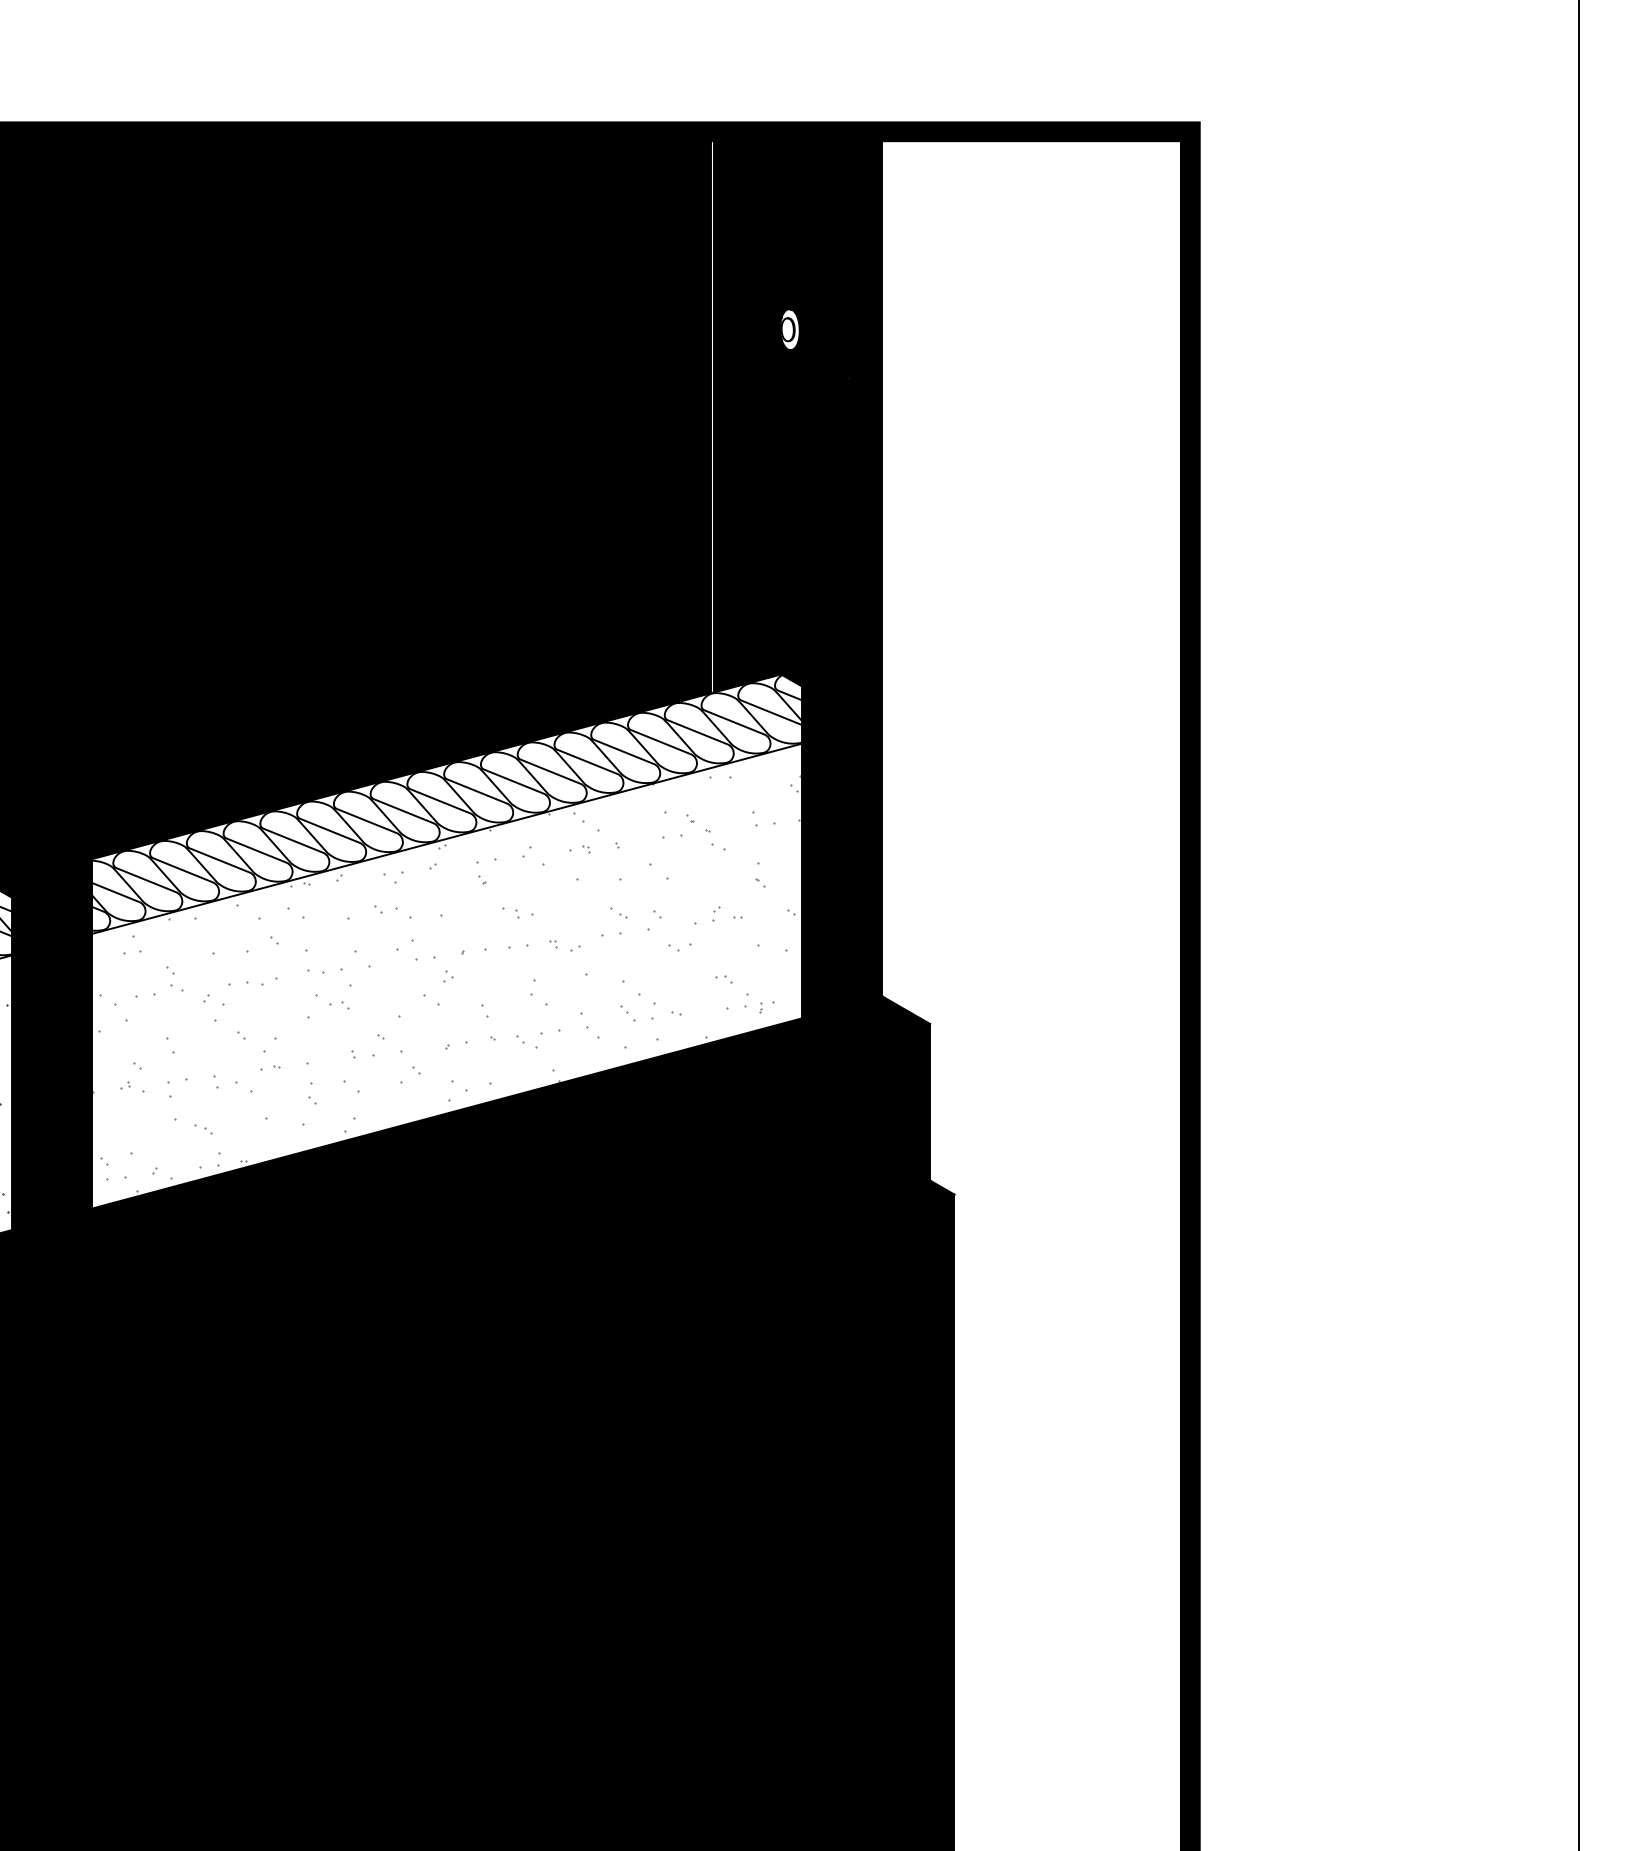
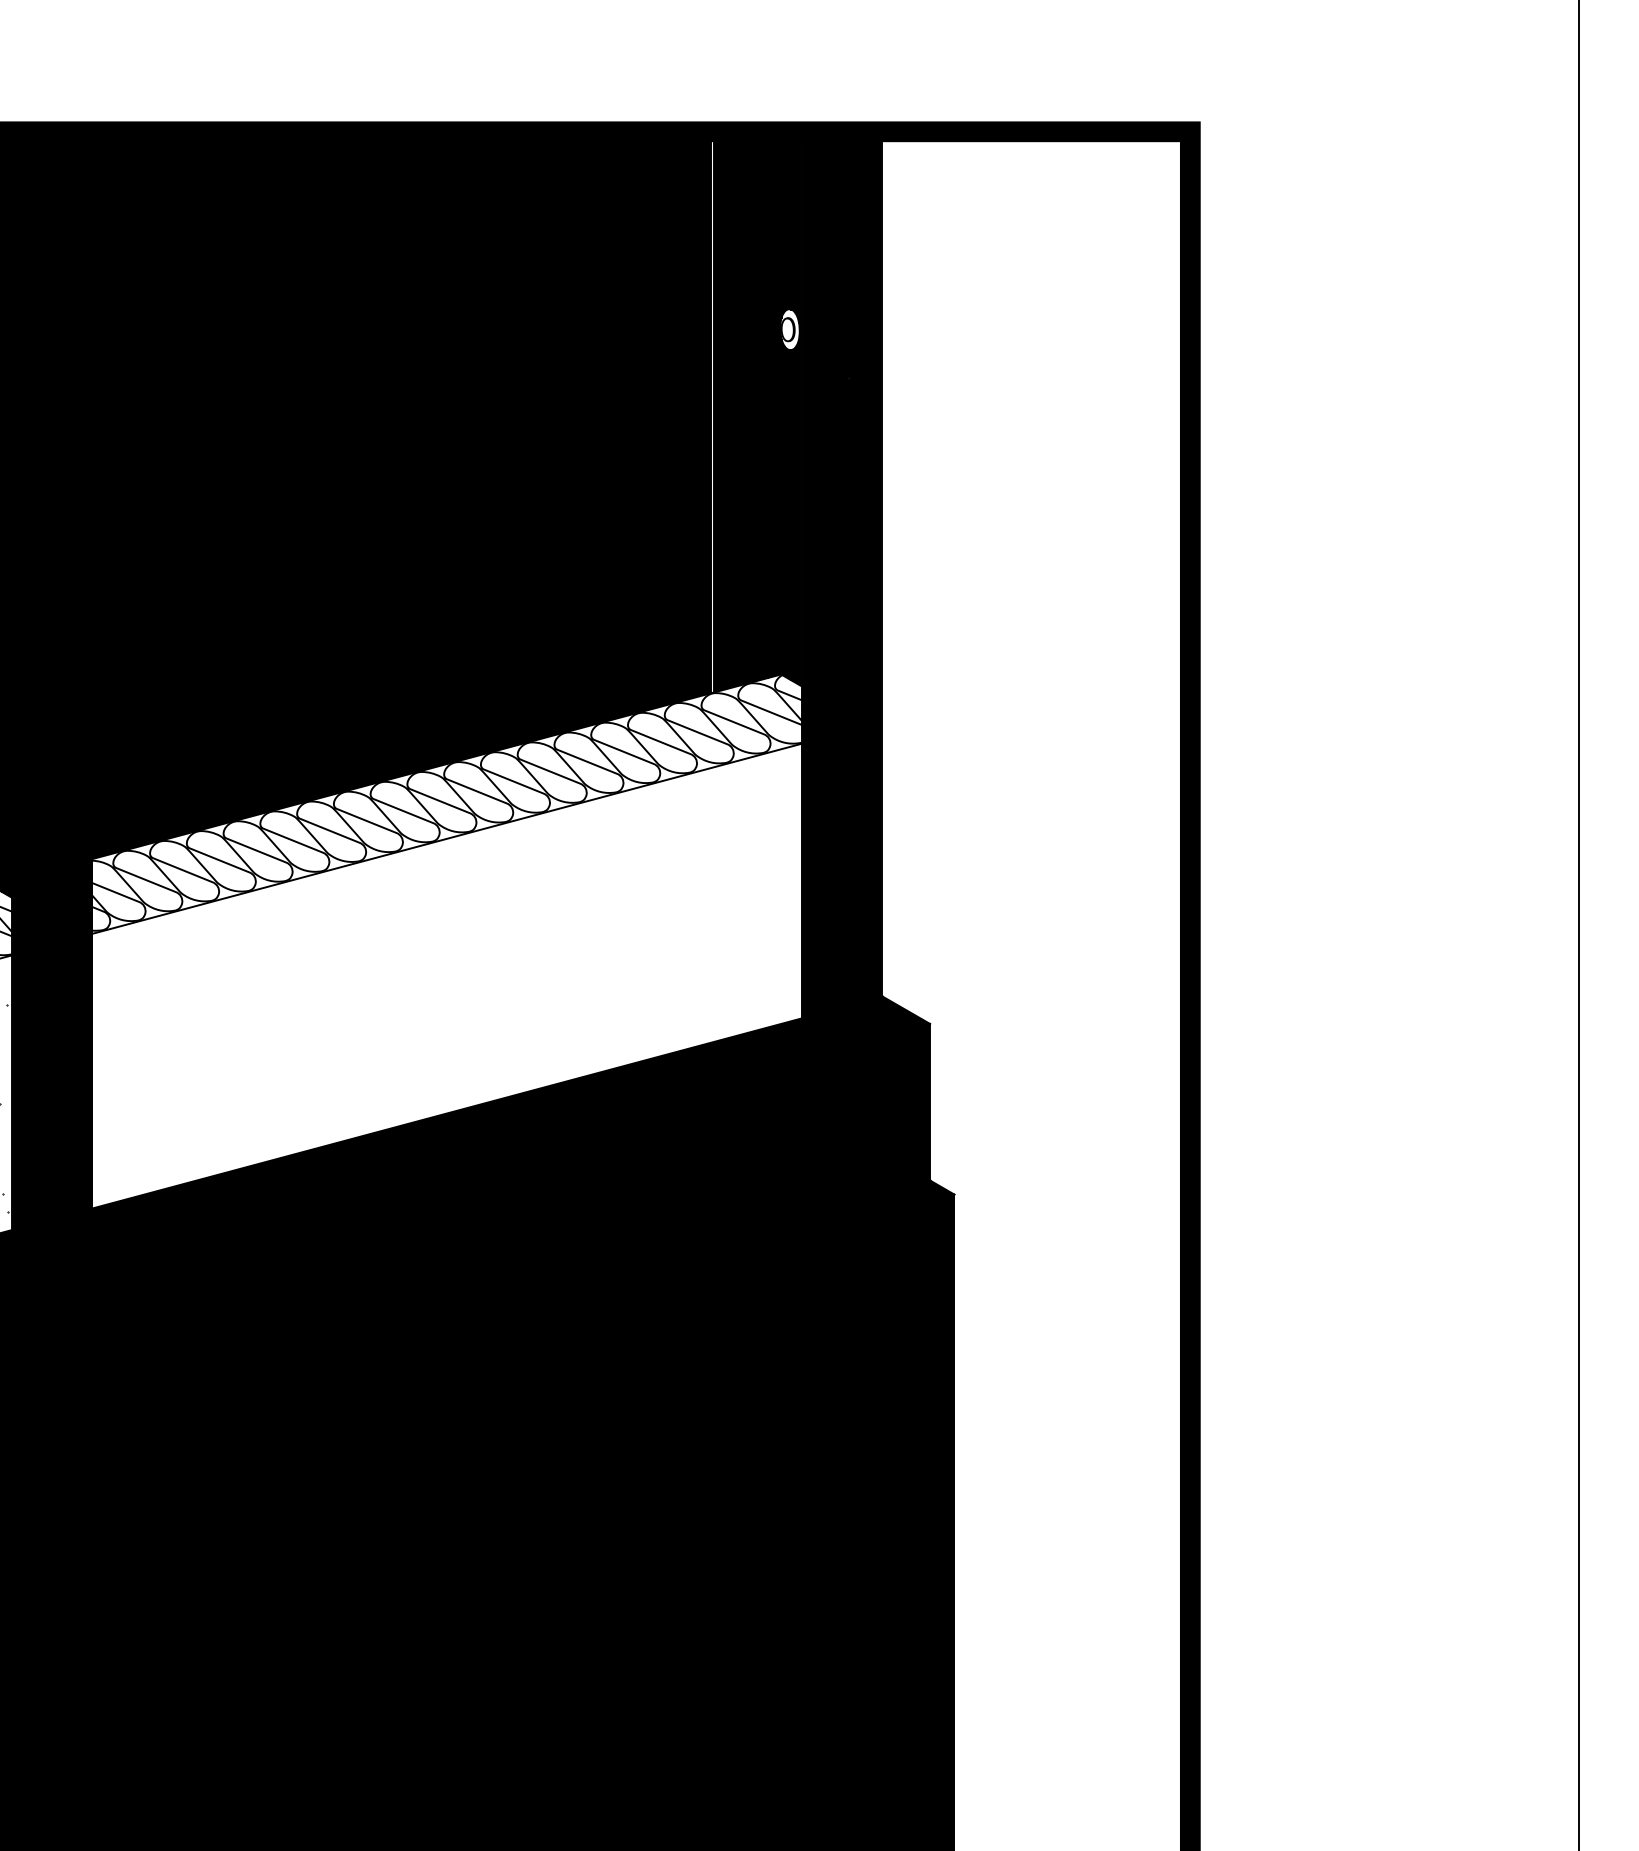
hatch at (446, 983): present -> none
